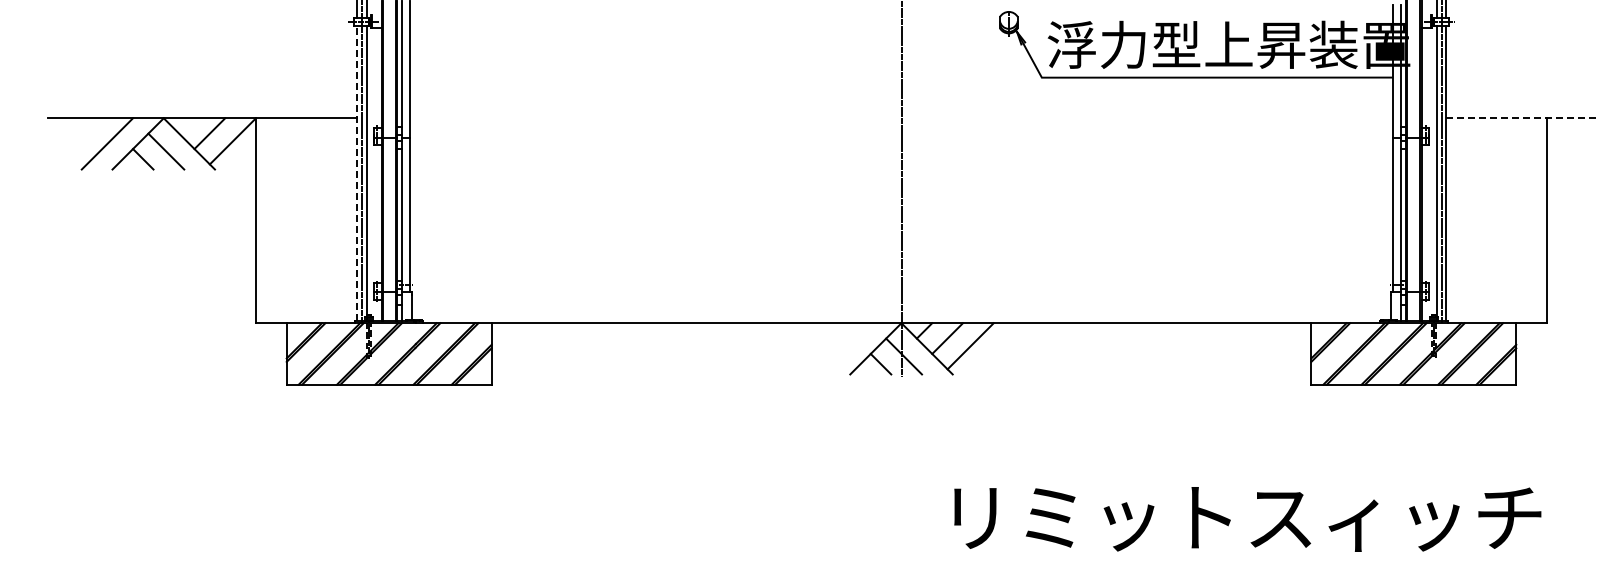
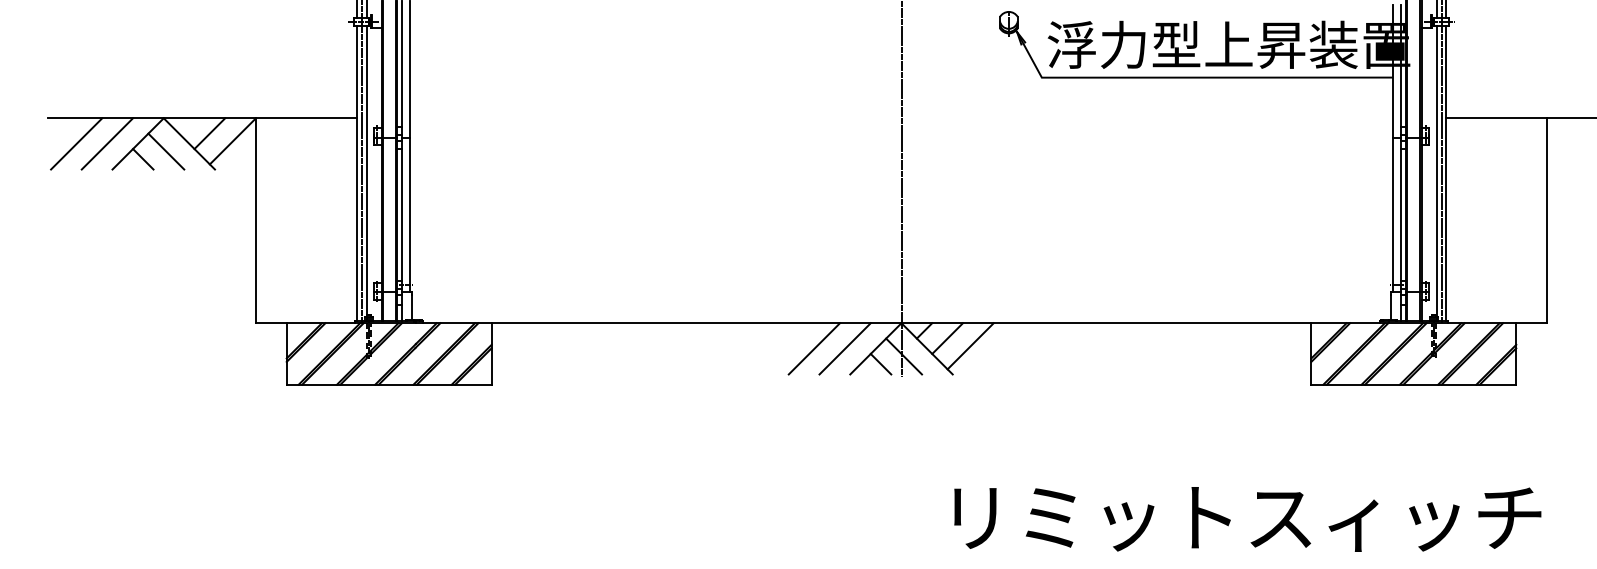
line at (1521, 118): dashed -> solid
line at (76, 143): none -> present
line at (356, 173): dashed -> solid
line at (814, 348): none -> present
line at (844, 348): none -> present
